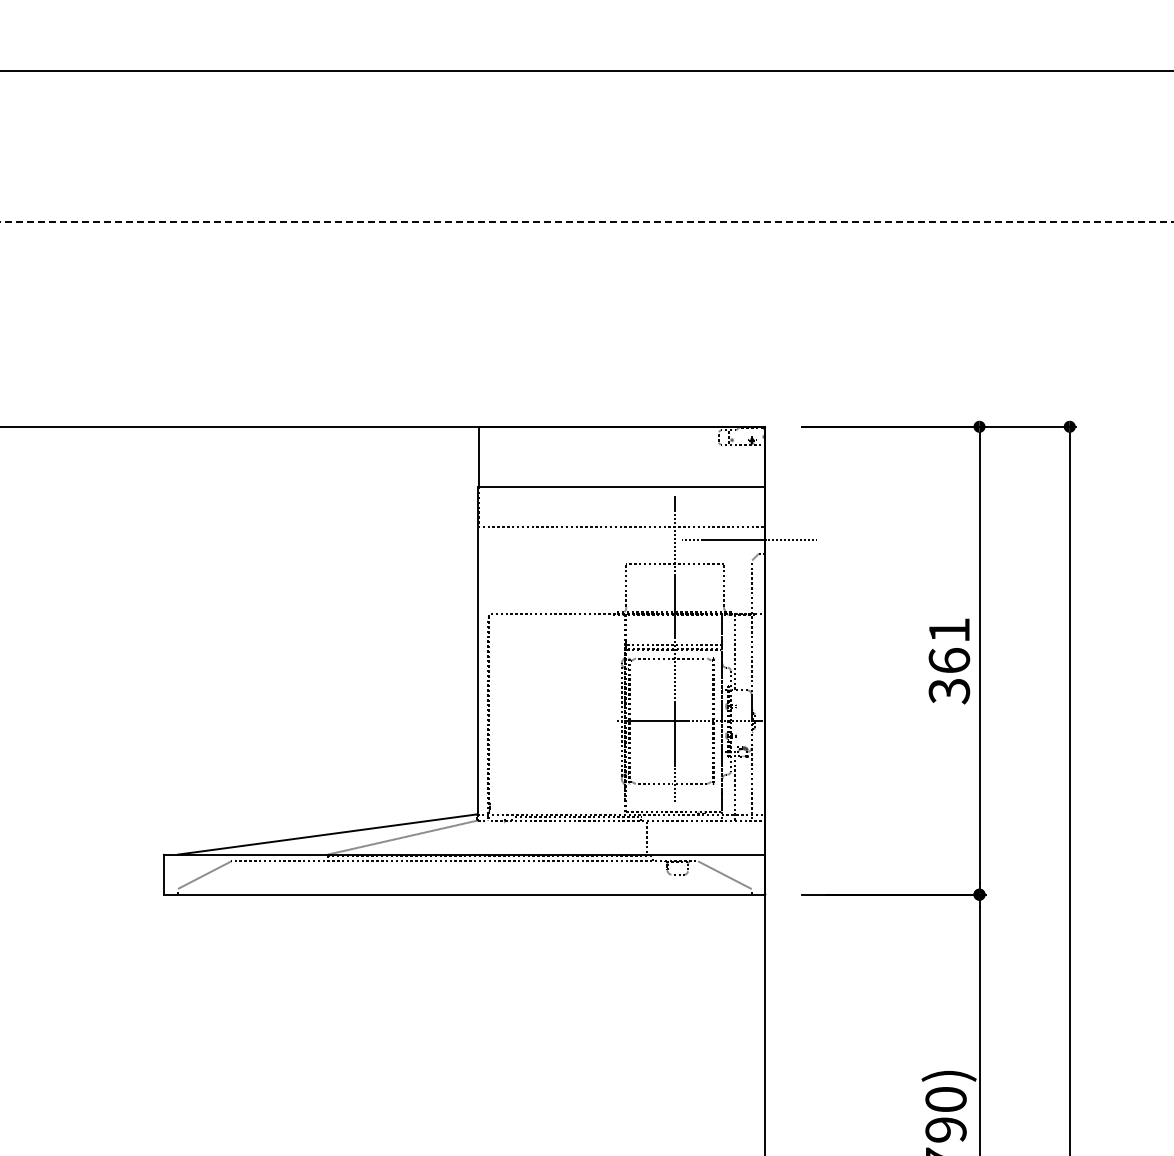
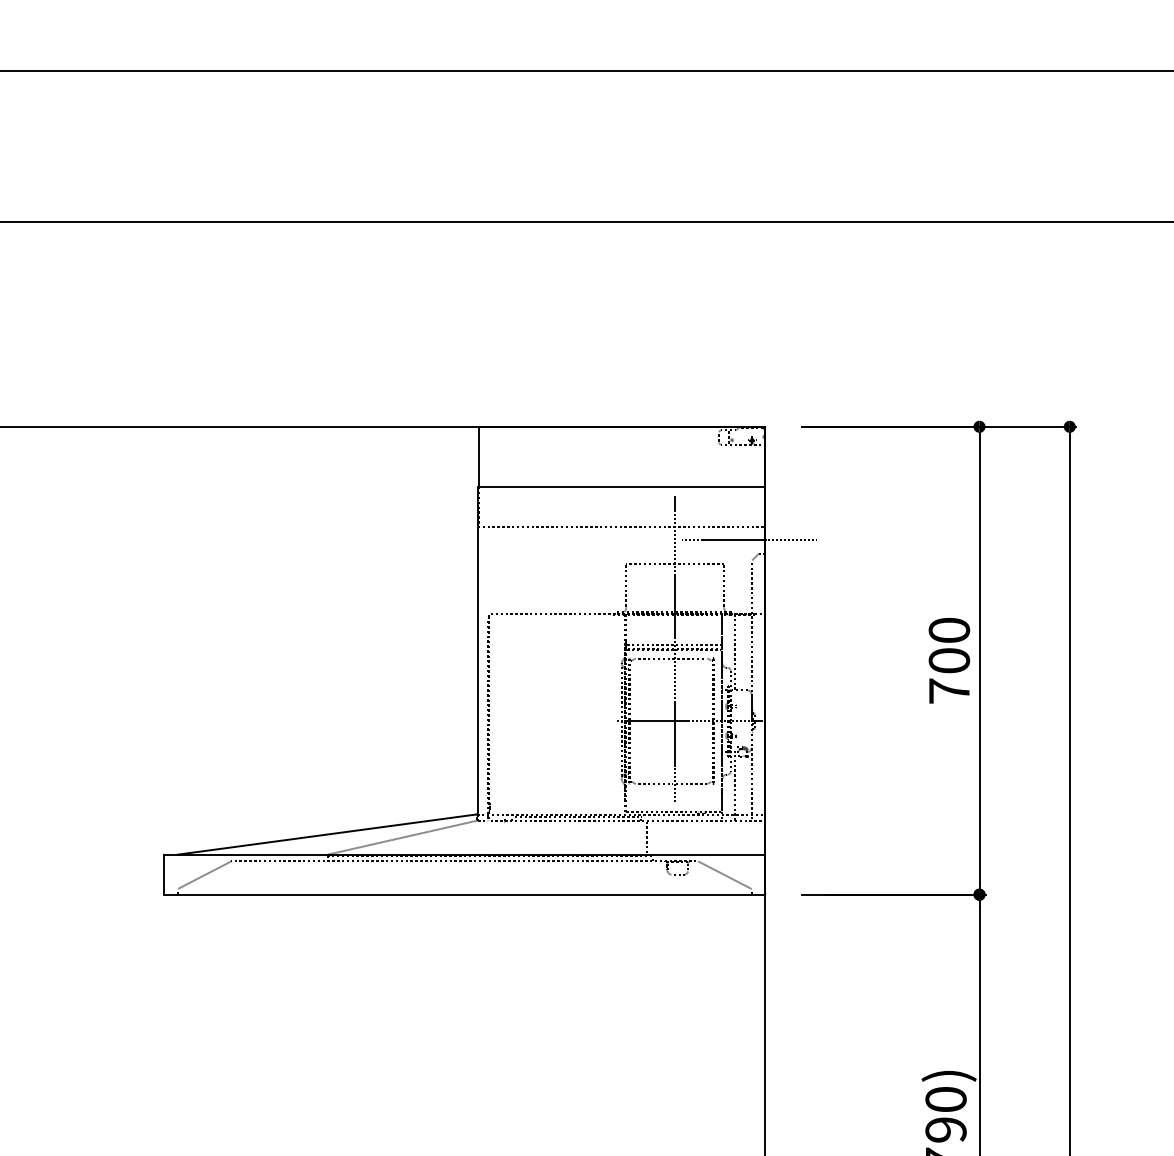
line at (587, 221): dashed -> solid
text at (949, 660): 361 -> 700
